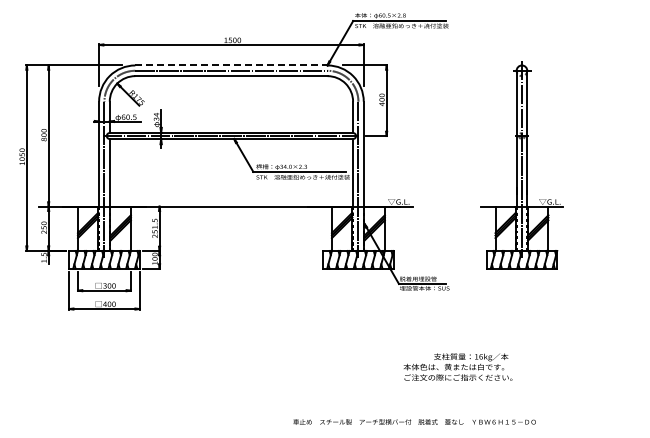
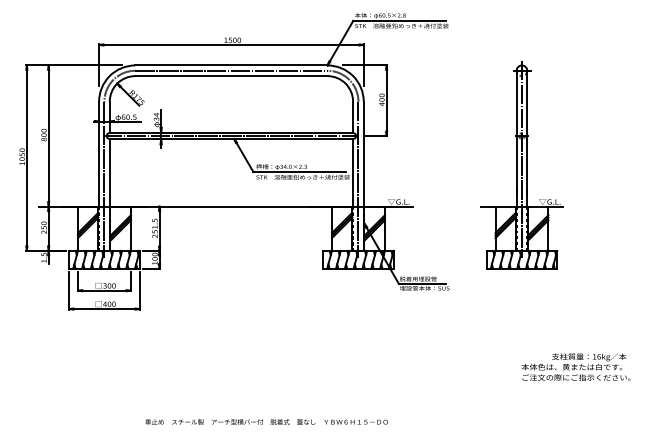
line at (231, 65): dashed -> solid
text at (457, 366) position: (457, 366) -> (575, 366)
text at (414, 421) position: (414, 421) -> (266, 421)
